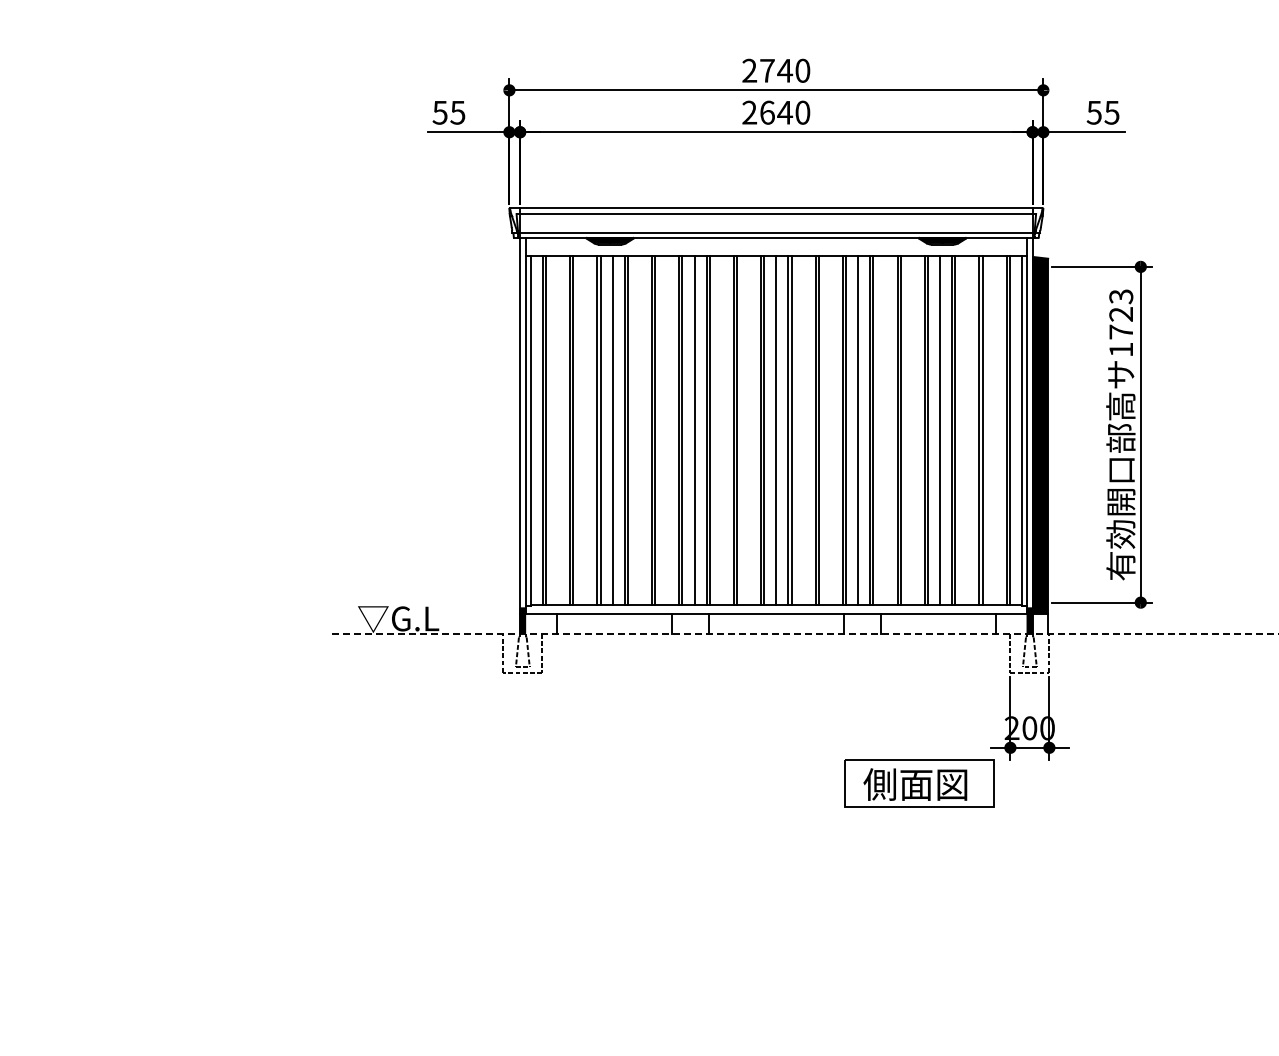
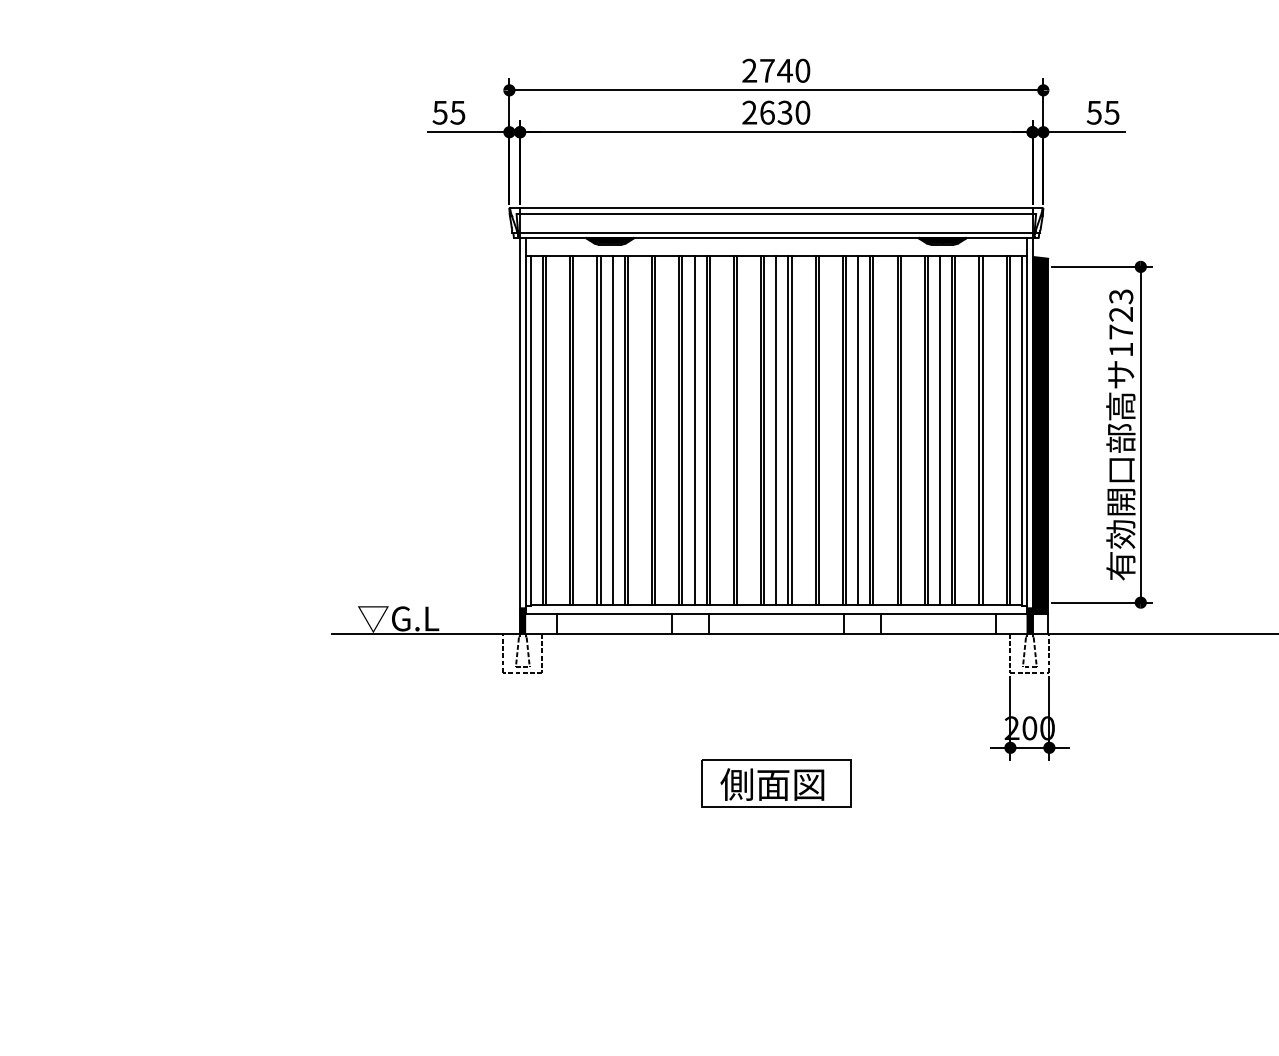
text at (785, 112): 2640 -> 2630
line at (806, 633): dashed -> solid
part at (919, 783) position: (919, 783) -> (776, 783)
